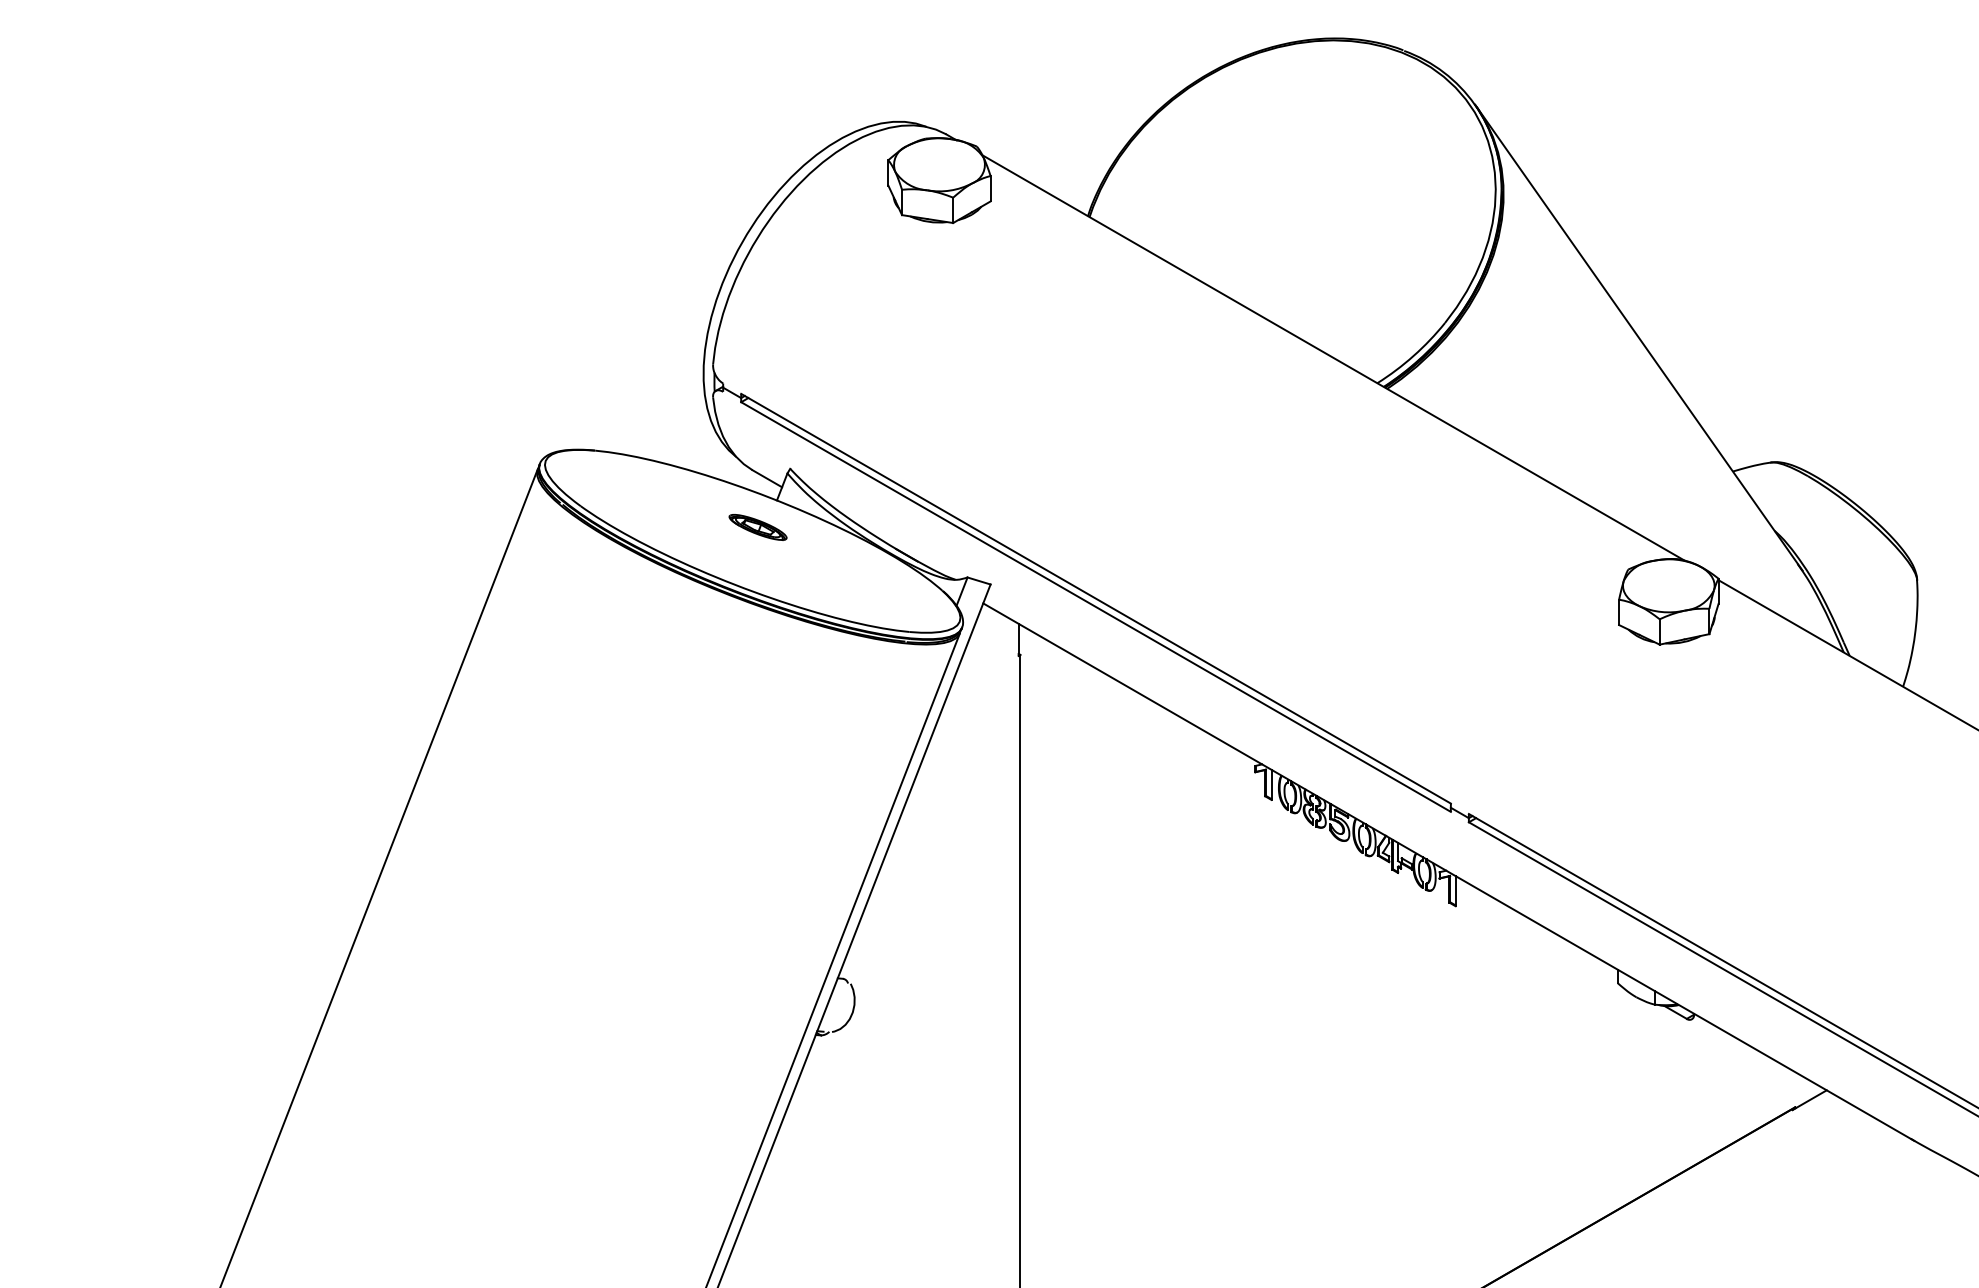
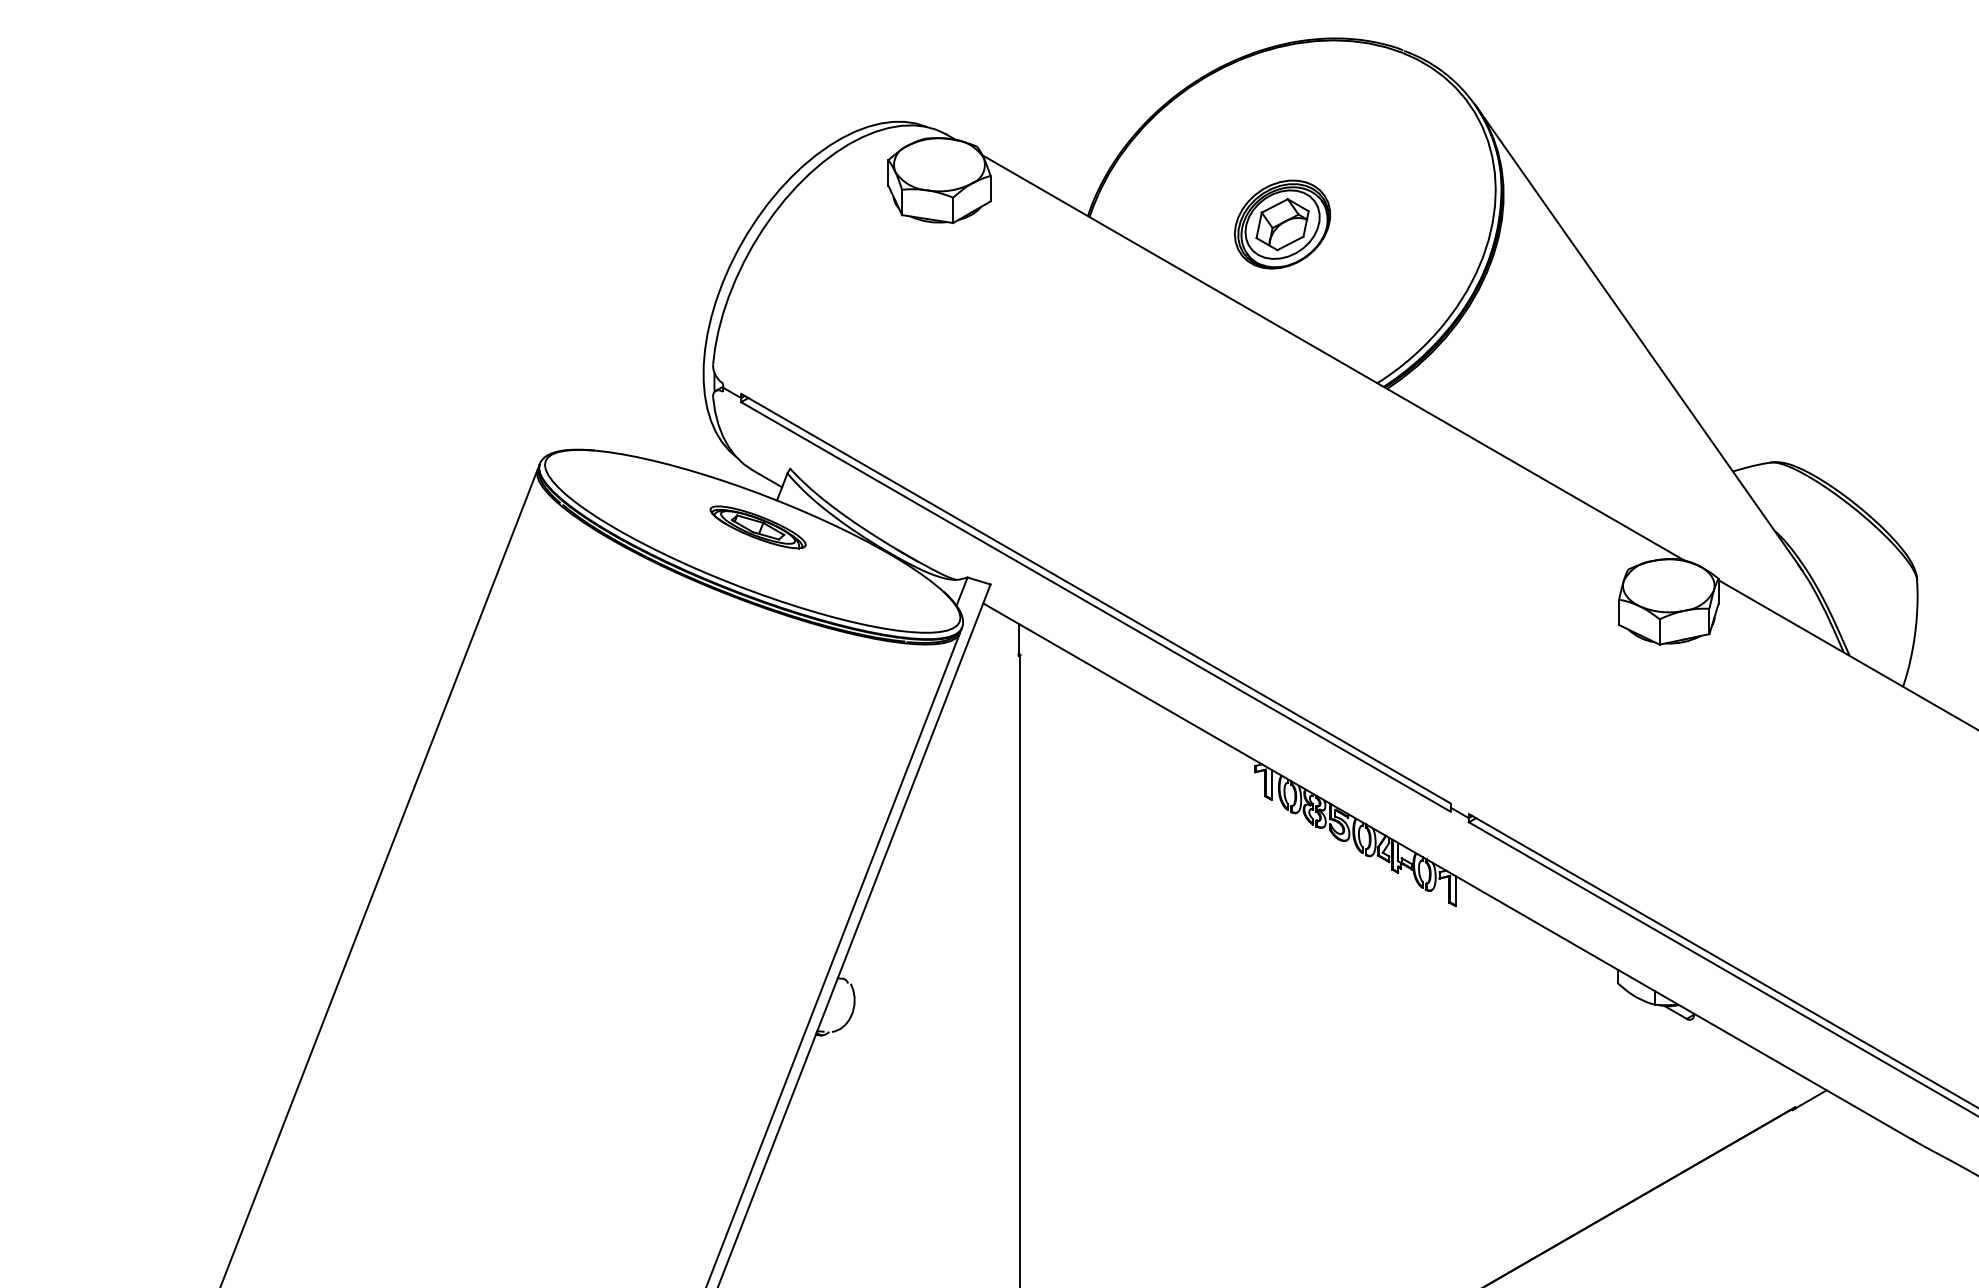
part at (1282, 224): none -> present
part at (757, 527) size: 60x27 px -> 98x45 px
